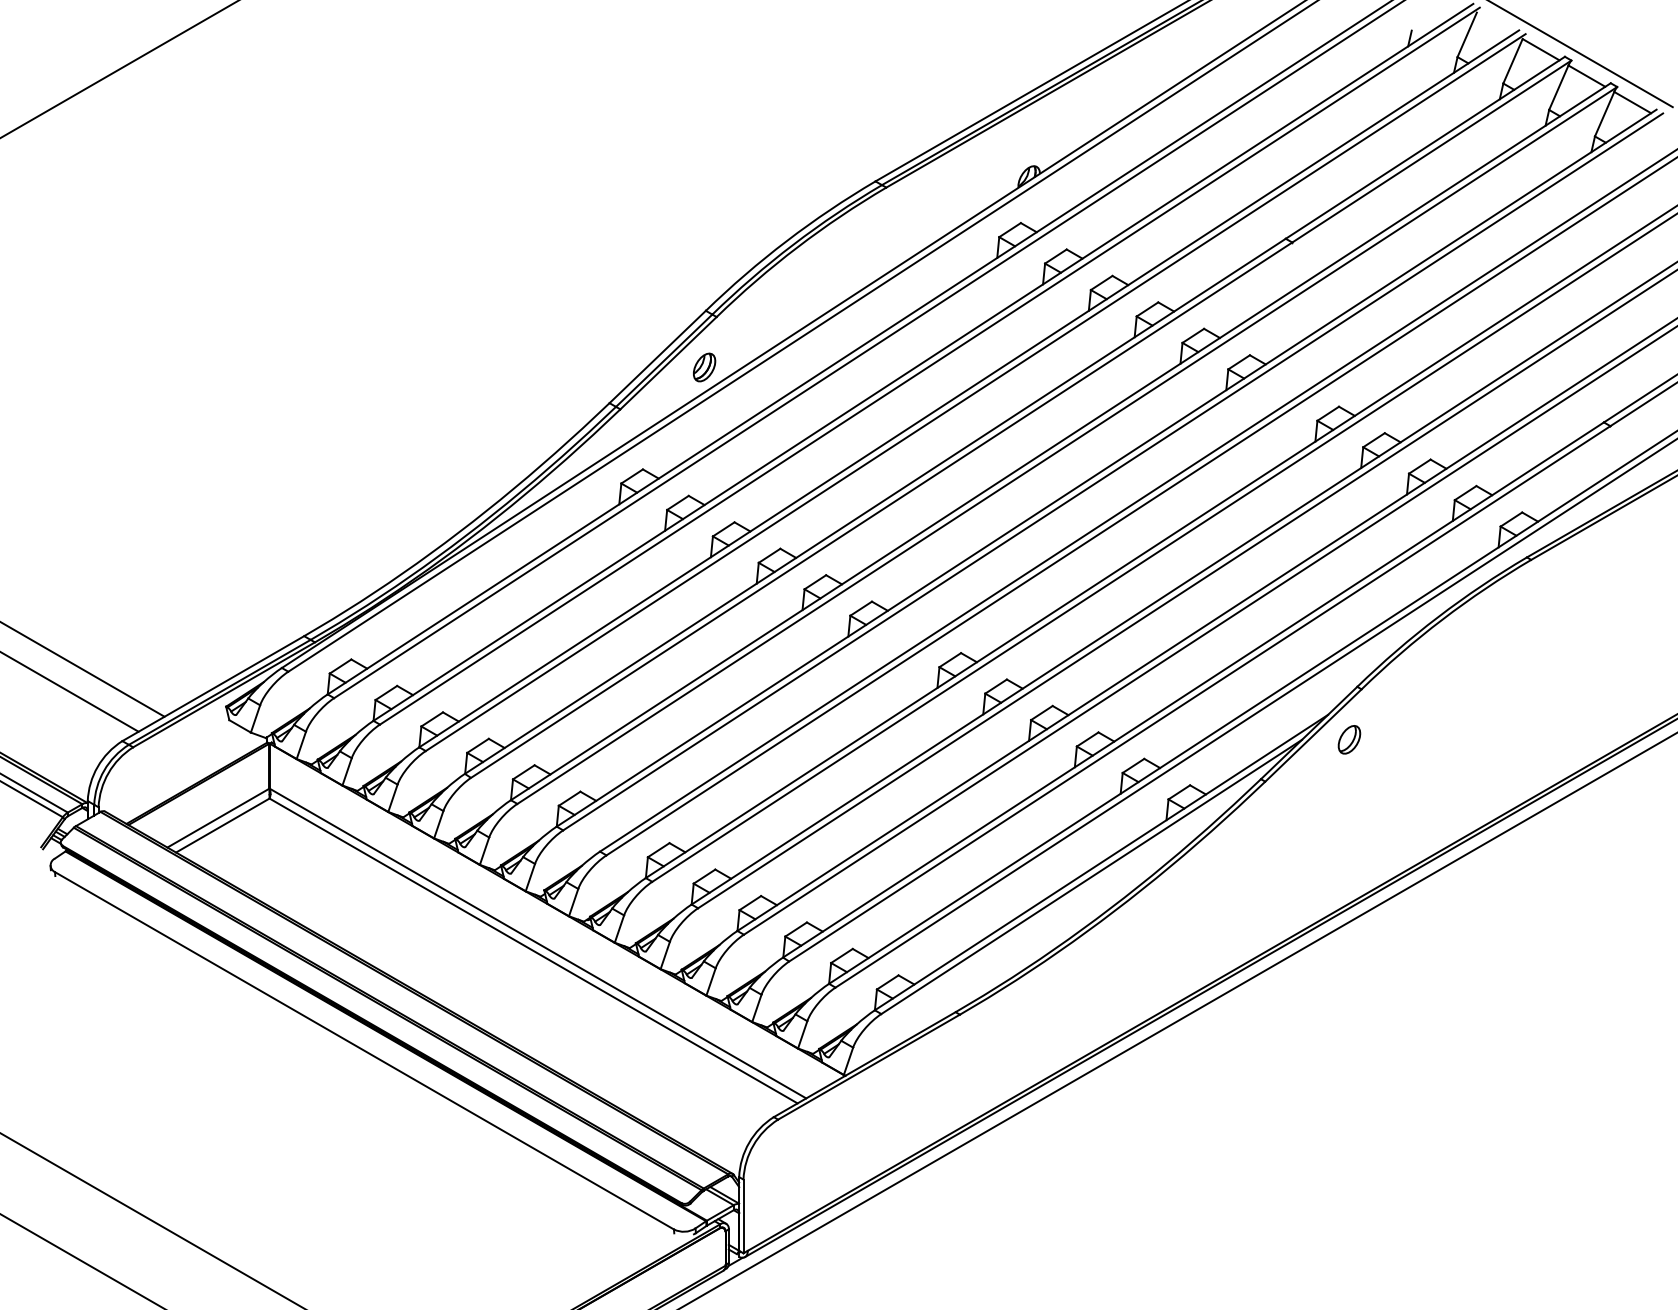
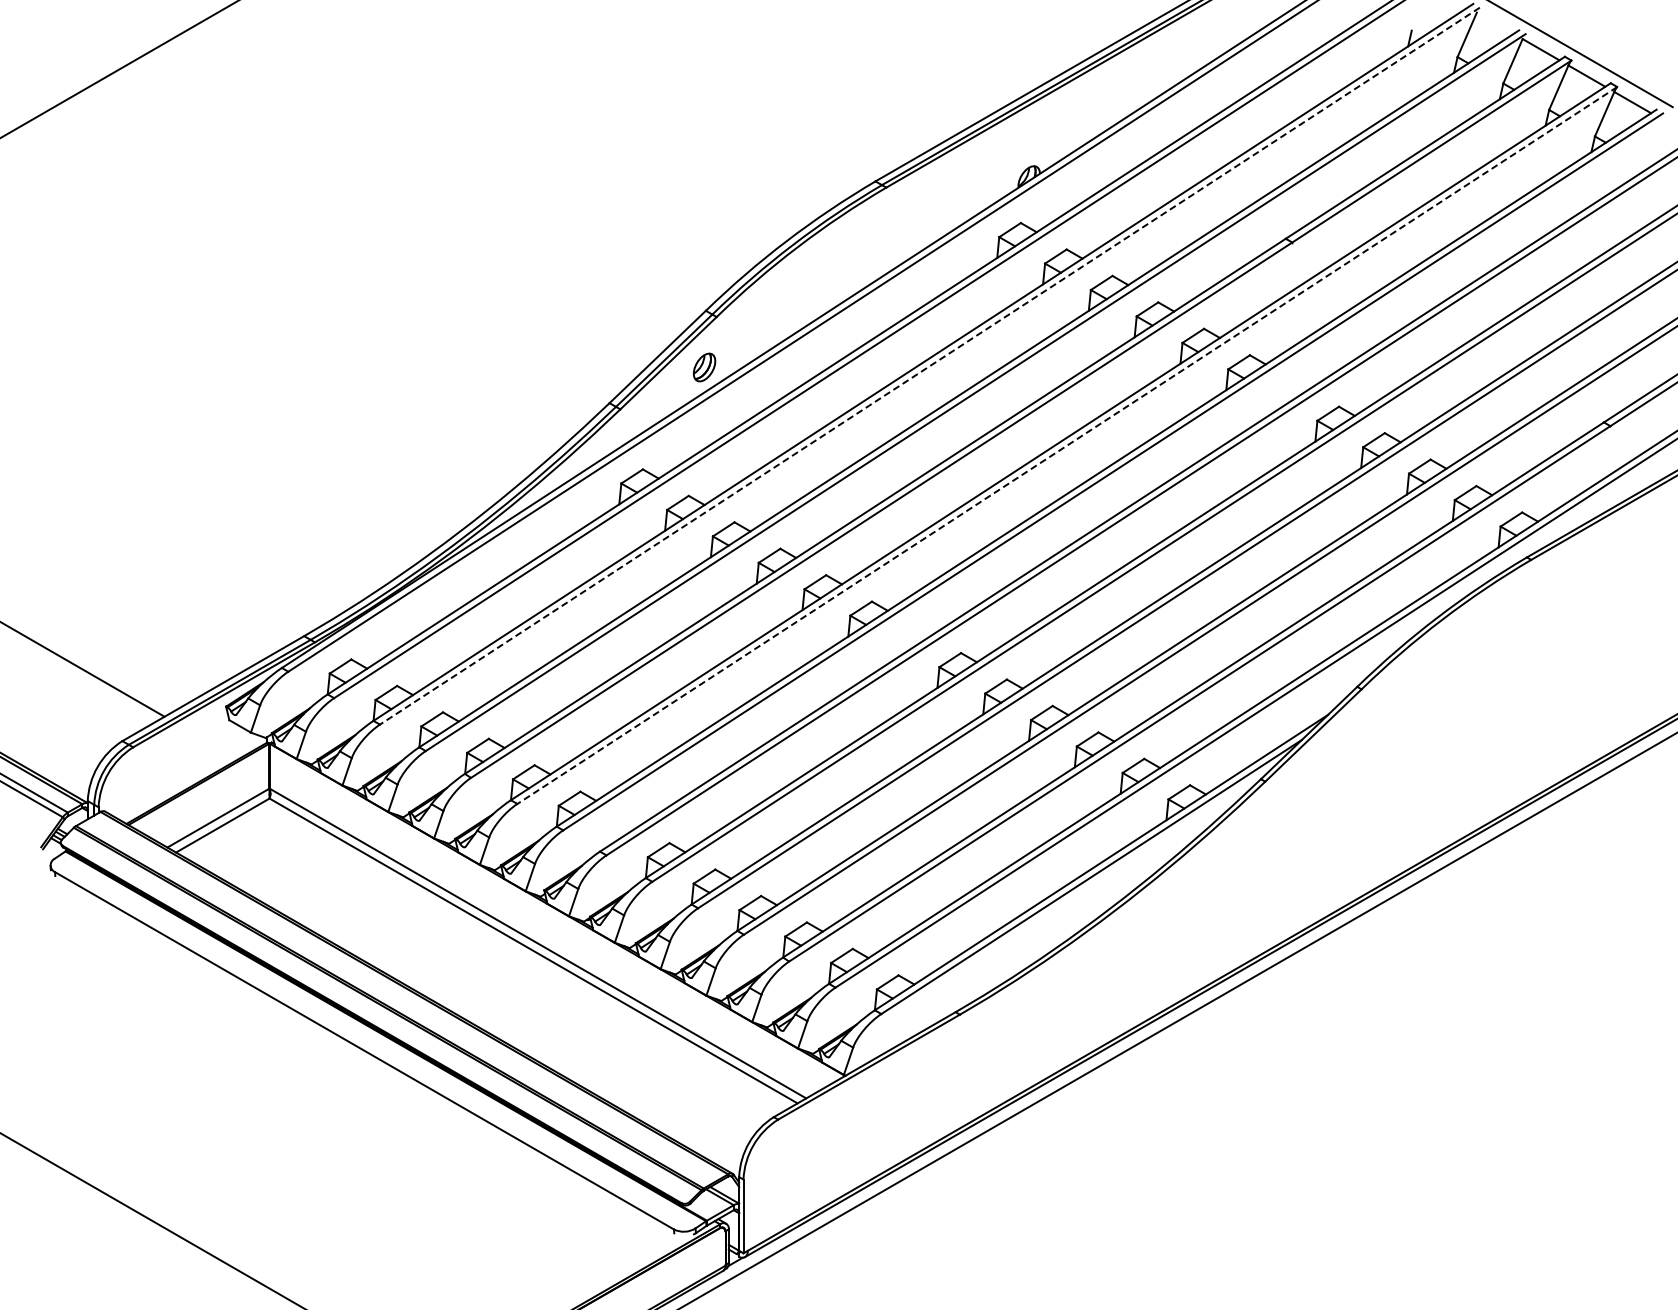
line at (929, 366): solid -> dashed
line at (1066, 445): solid -> dashed
line at (70, 692): present -> none
part at (1349, 739): present -> none
line at (81, 1260): present -> none
